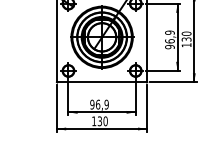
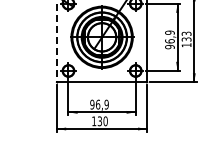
text at (186, 33): 130 -> 133
line at (56, 41): solid -> dashed
